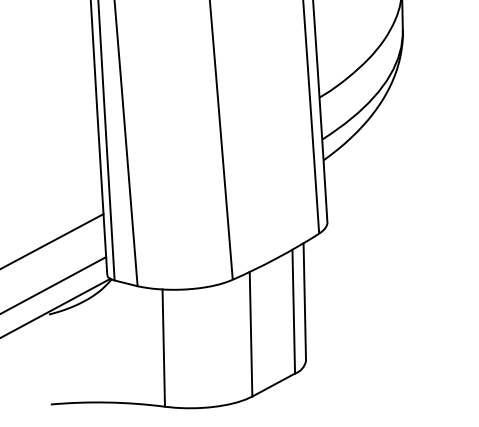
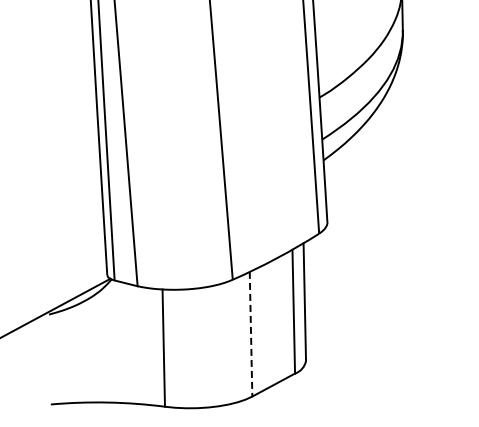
line at (52, 241): present -> none
line at (54, 285): present -> none
line at (251, 334): solid -> dashed
